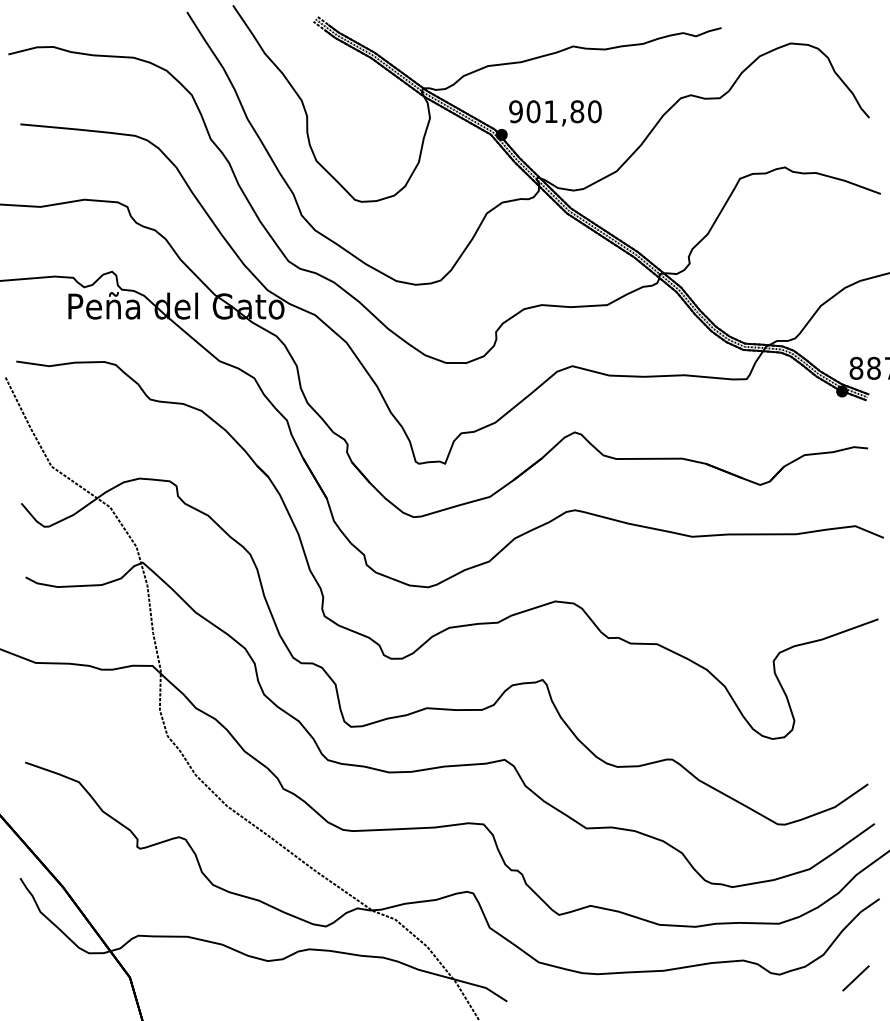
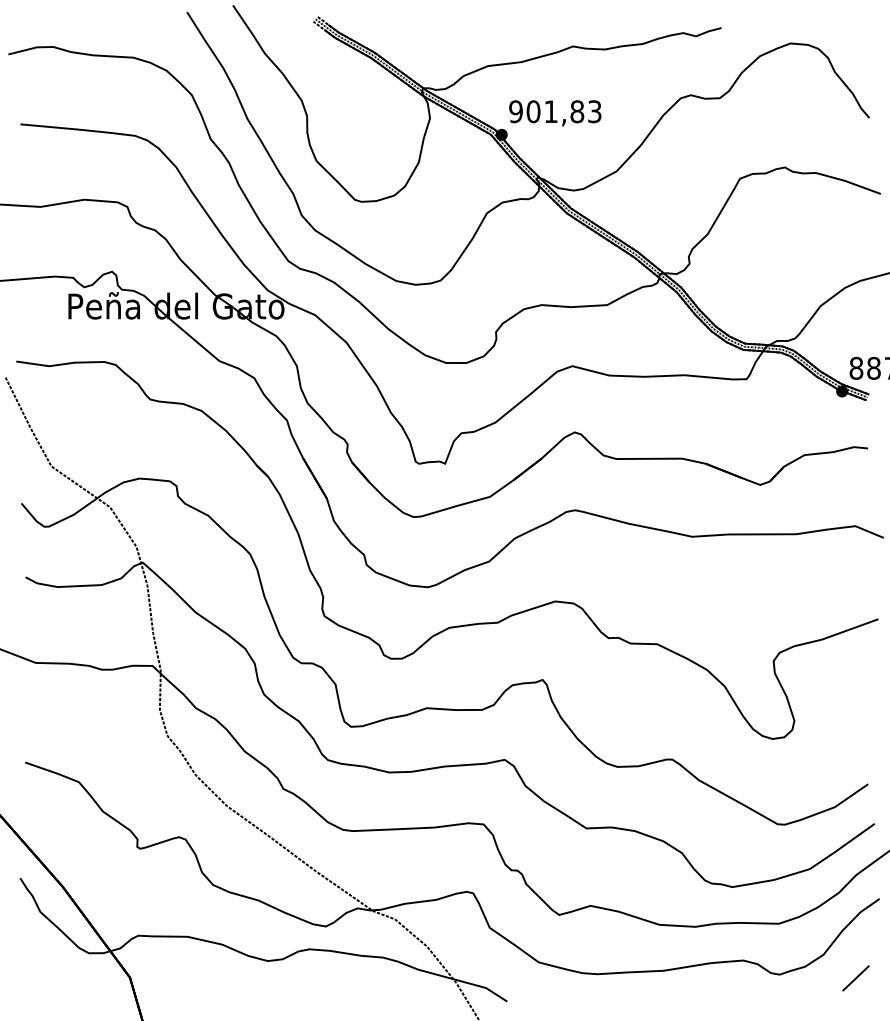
text at (594, 111): 901,80 -> 901,83
